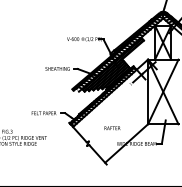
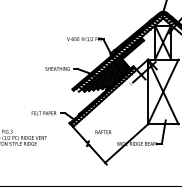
text at (112, 128) position: (112, 128) -> (103, 132)
